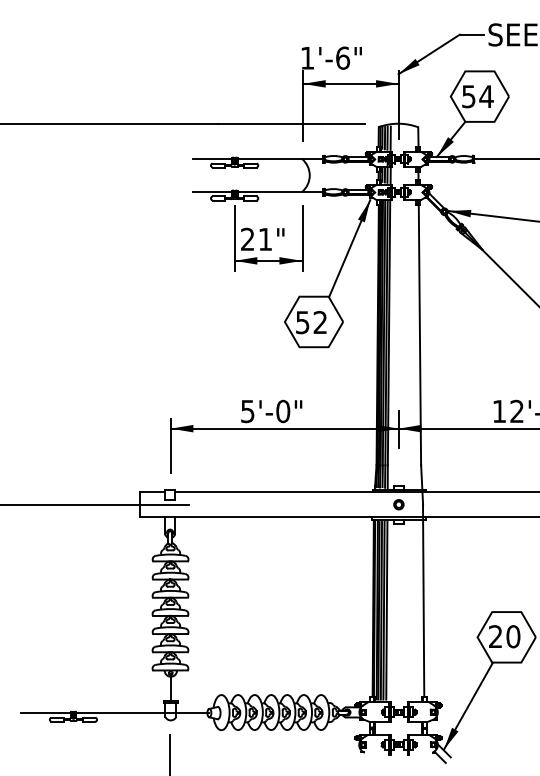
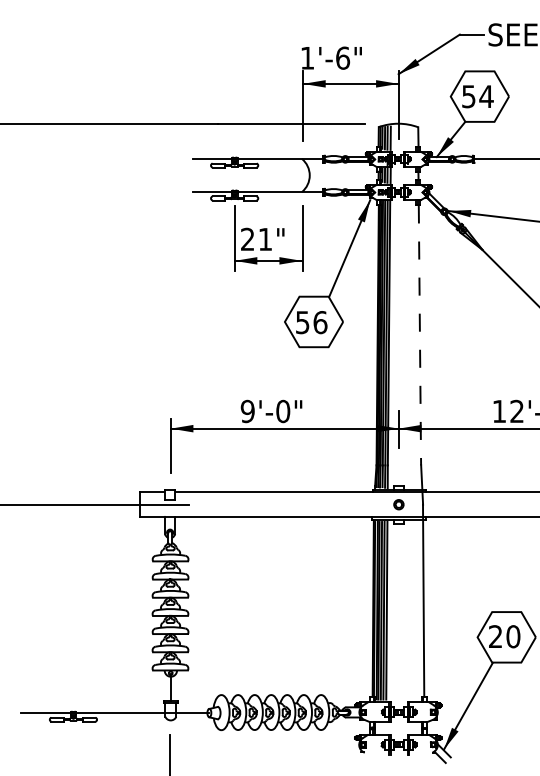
text at (320, 322): 52 -> 56
line at (419, 335): solid -> dashed
text at (247, 410): 5'-0" -> 9'-0"
